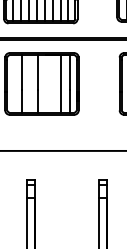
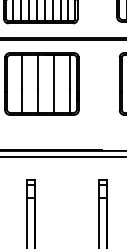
line at (60, 83) position: (60, 83) -> (53, 83)
line at (52, 150): none -> present
line at (62, 156): none -> present
